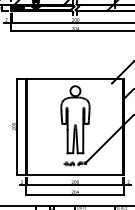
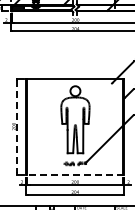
line at (16, 126): solid -> dashed
line at (75, 174): solid -> dashed
